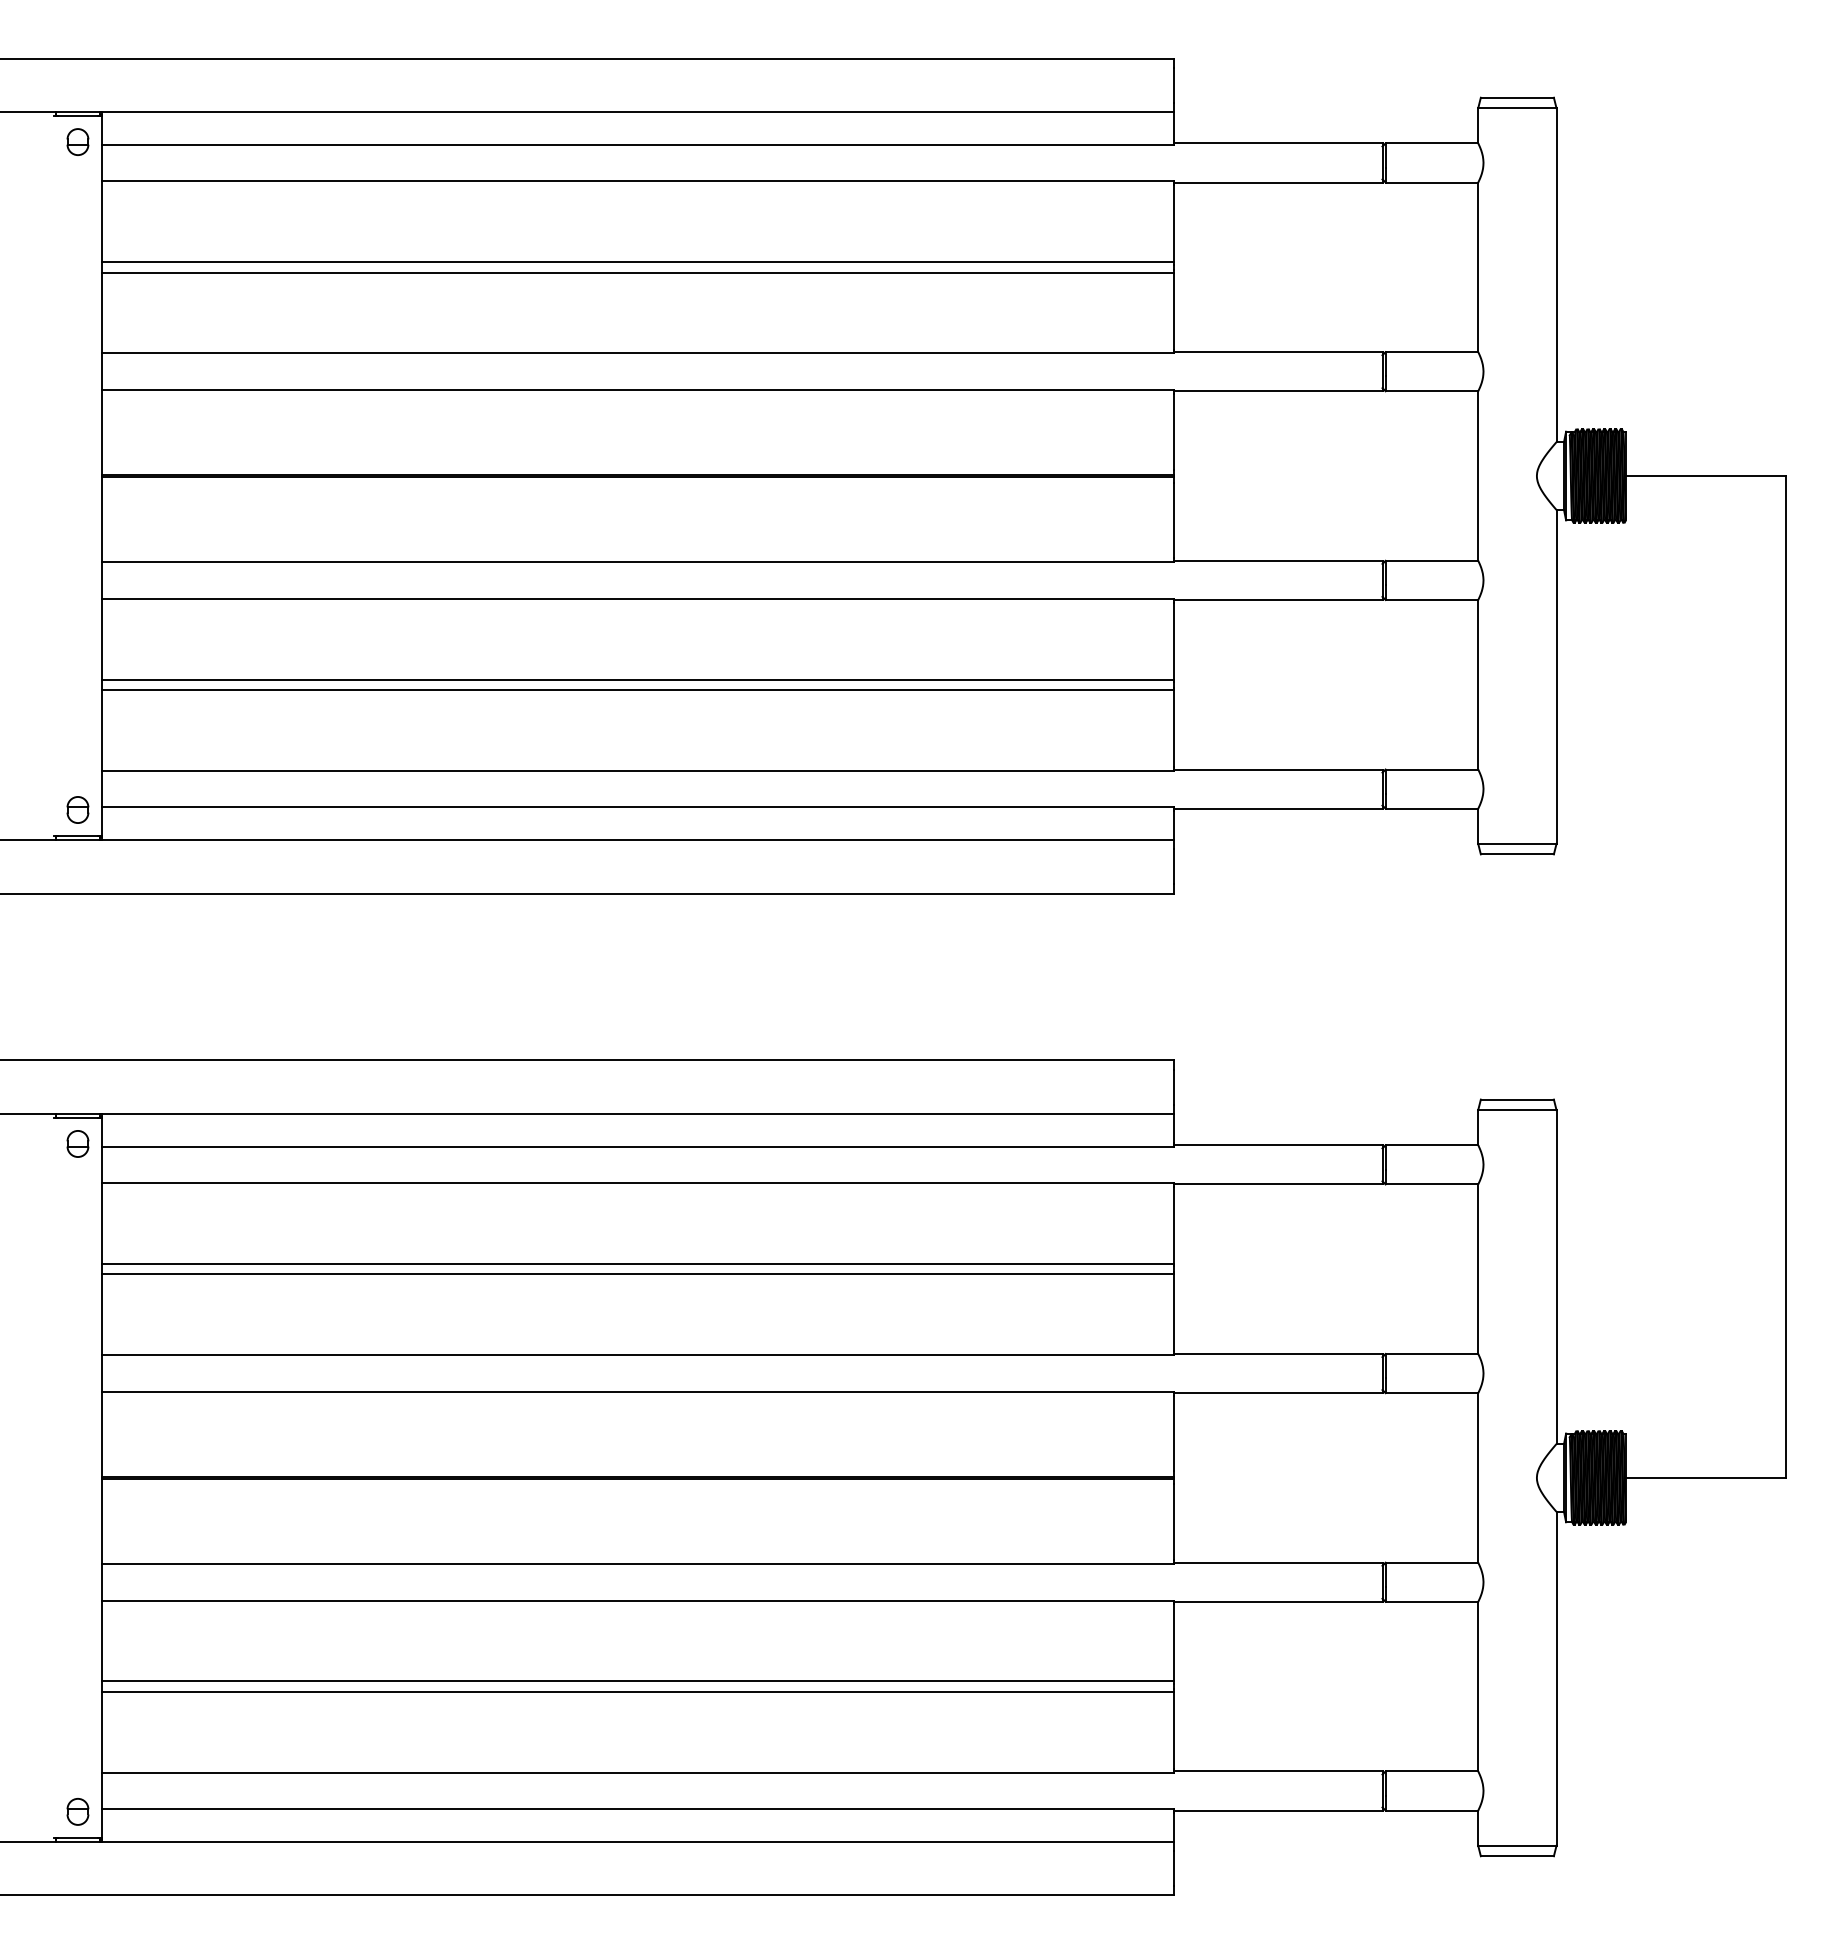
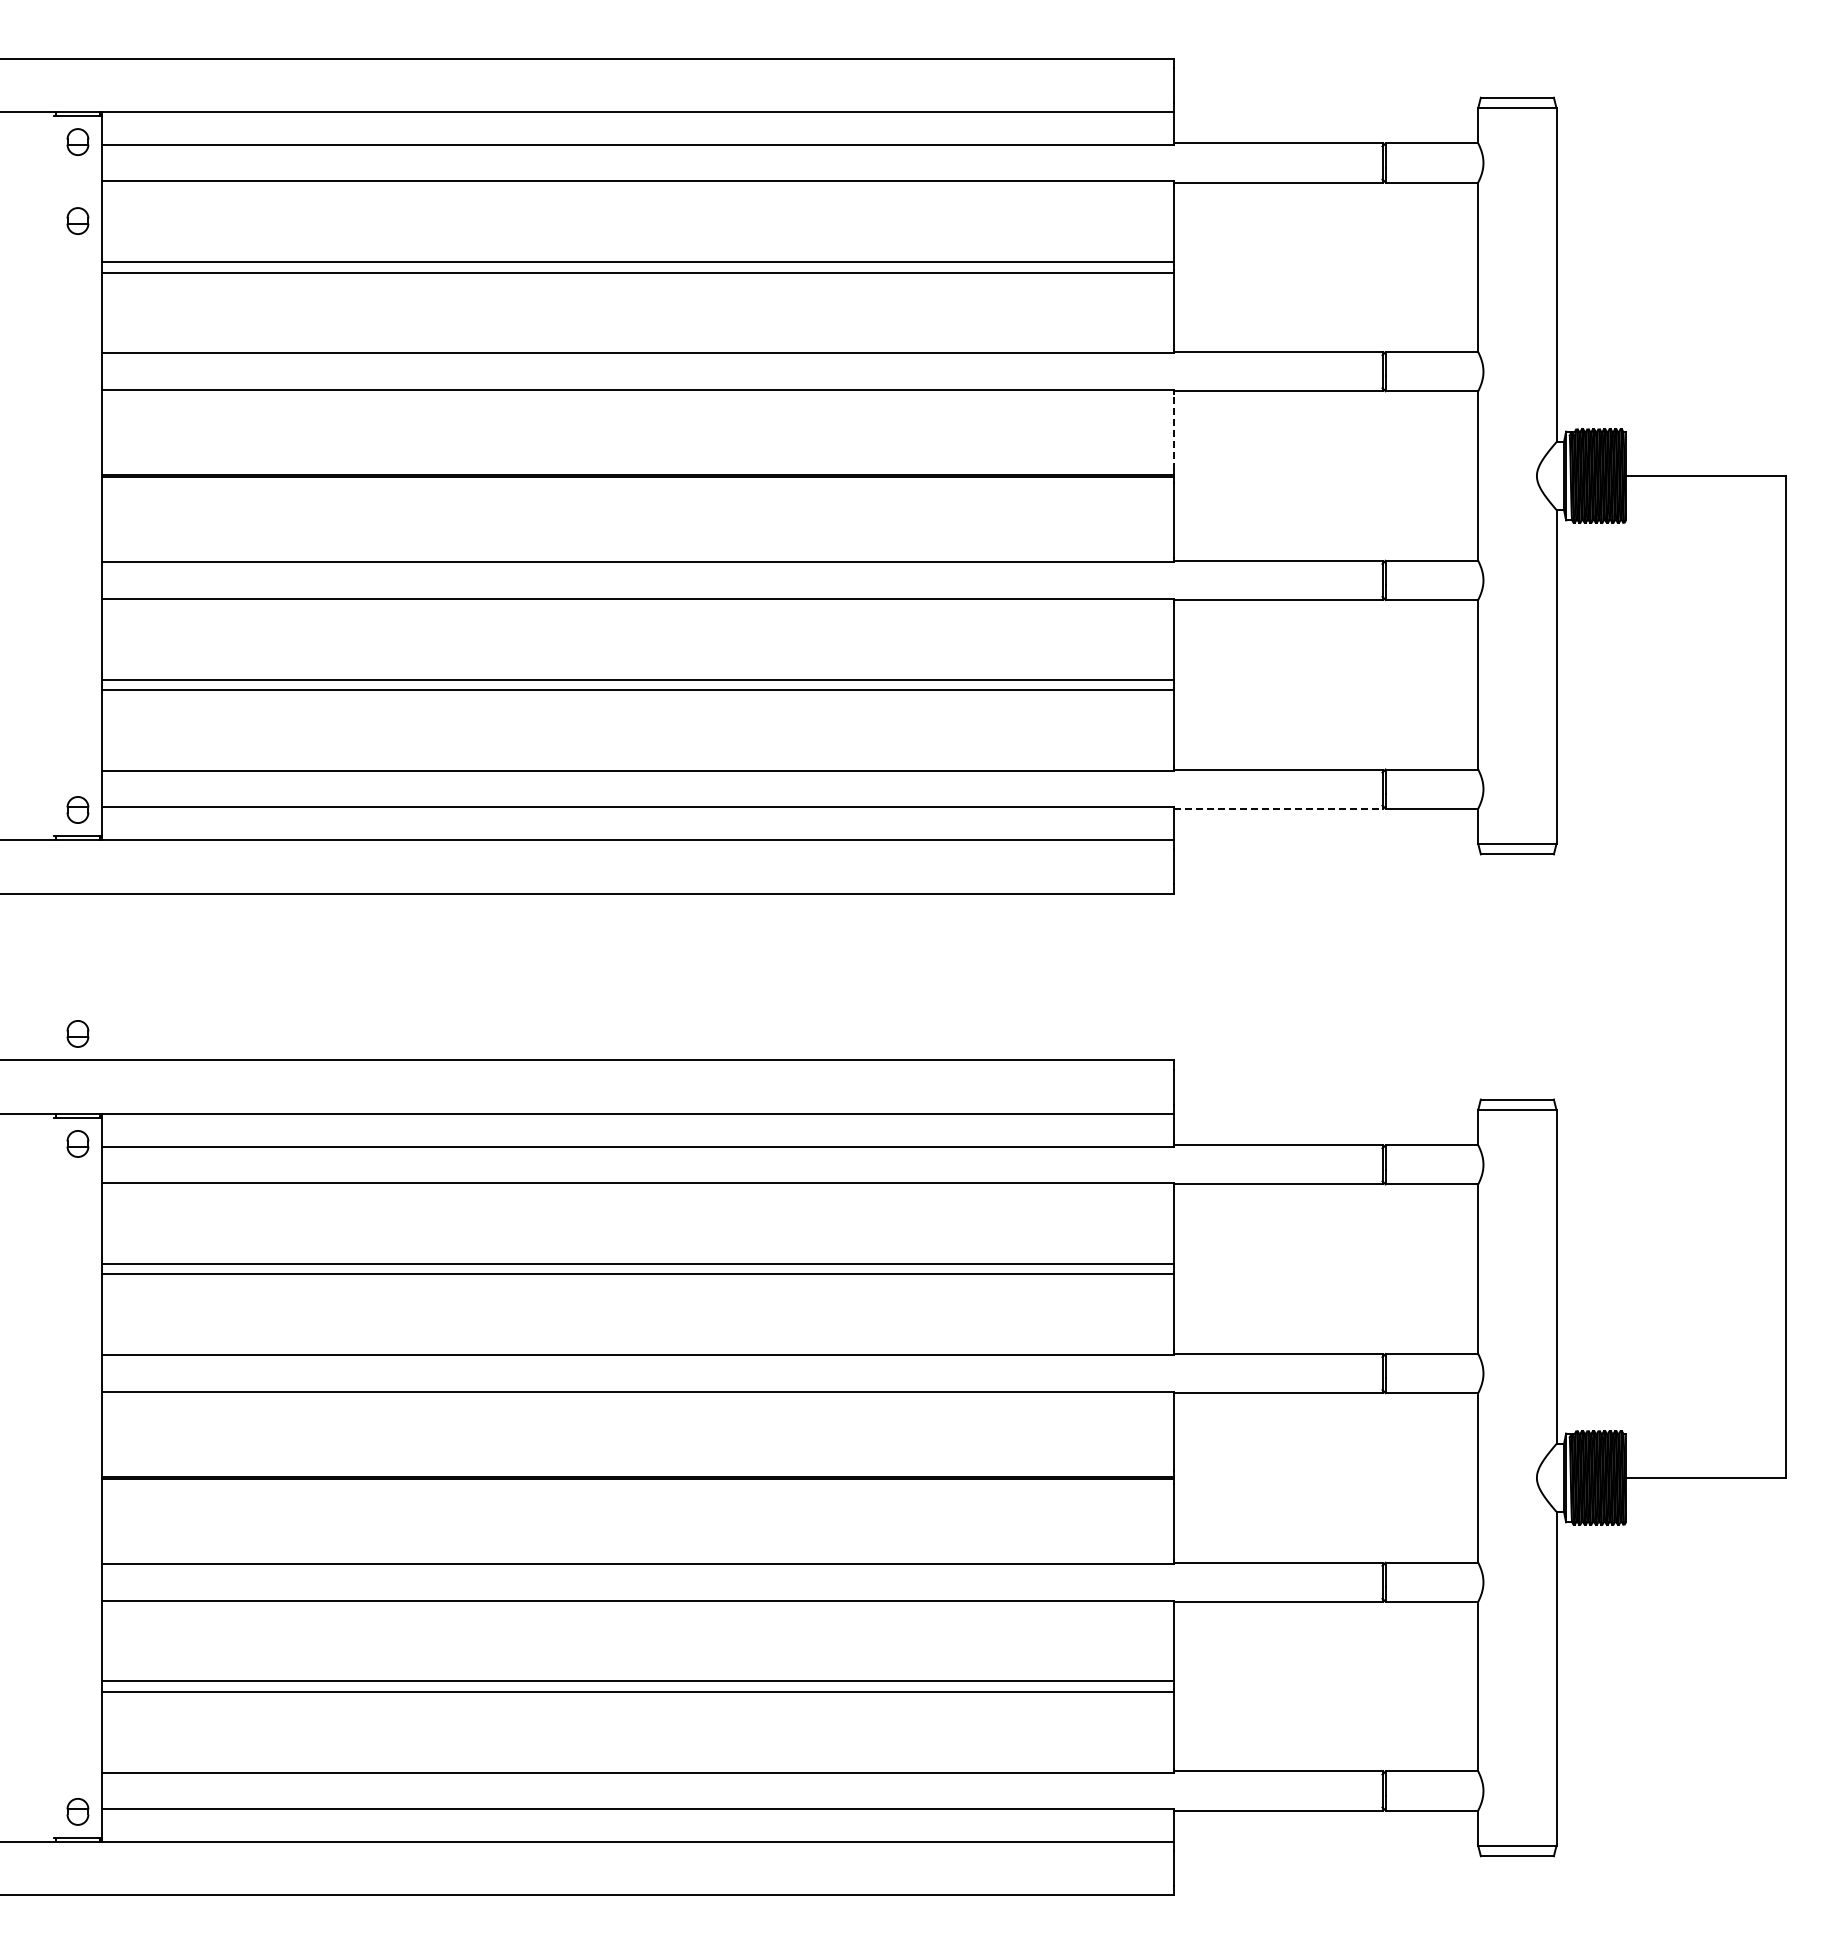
part at (77, 220): none -> present
line at (1173, 431): solid -> dashed
line at (1278, 808): solid -> dashed
part at (77, 1033): none -> present
